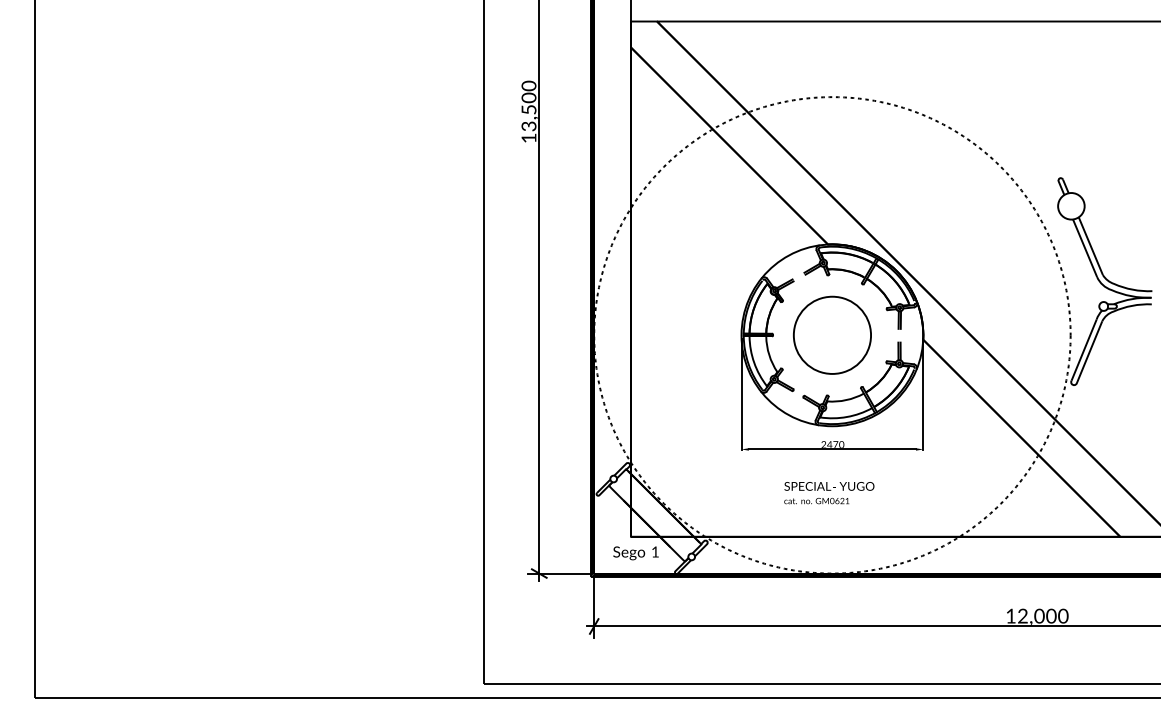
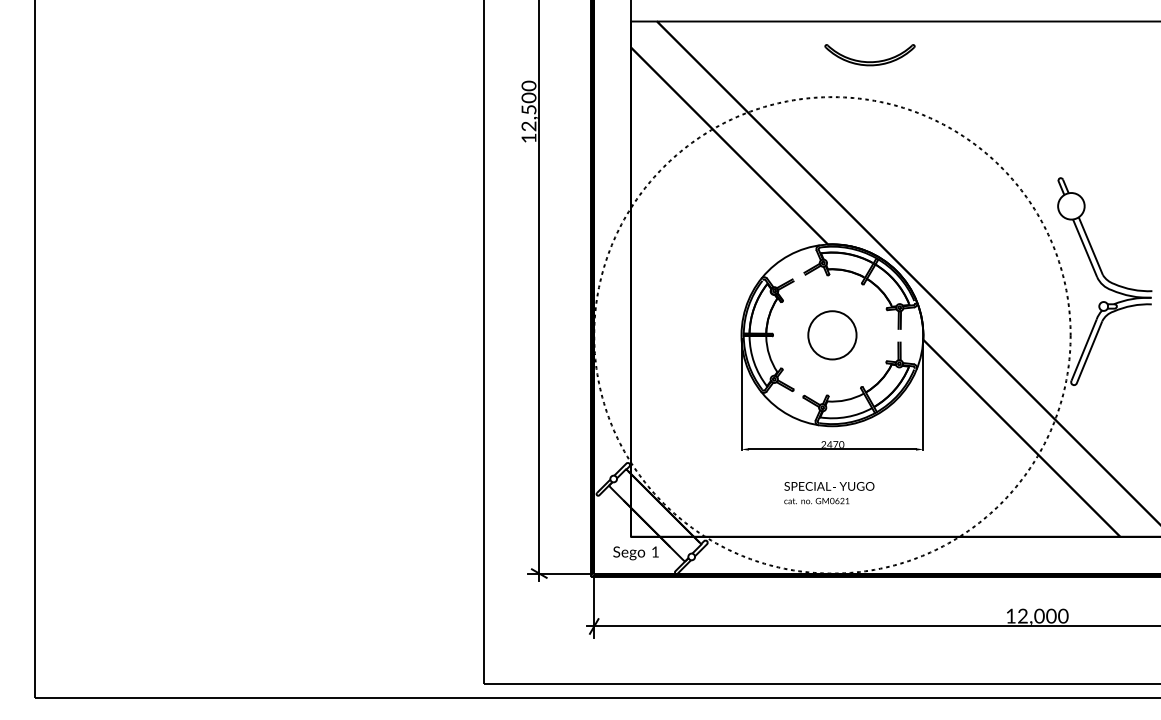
part at (869, 55): none -> present
text at (531, 126): 13,500 -> 12,500
circle at (832, 334) diameter: 77 px -> 48 px
